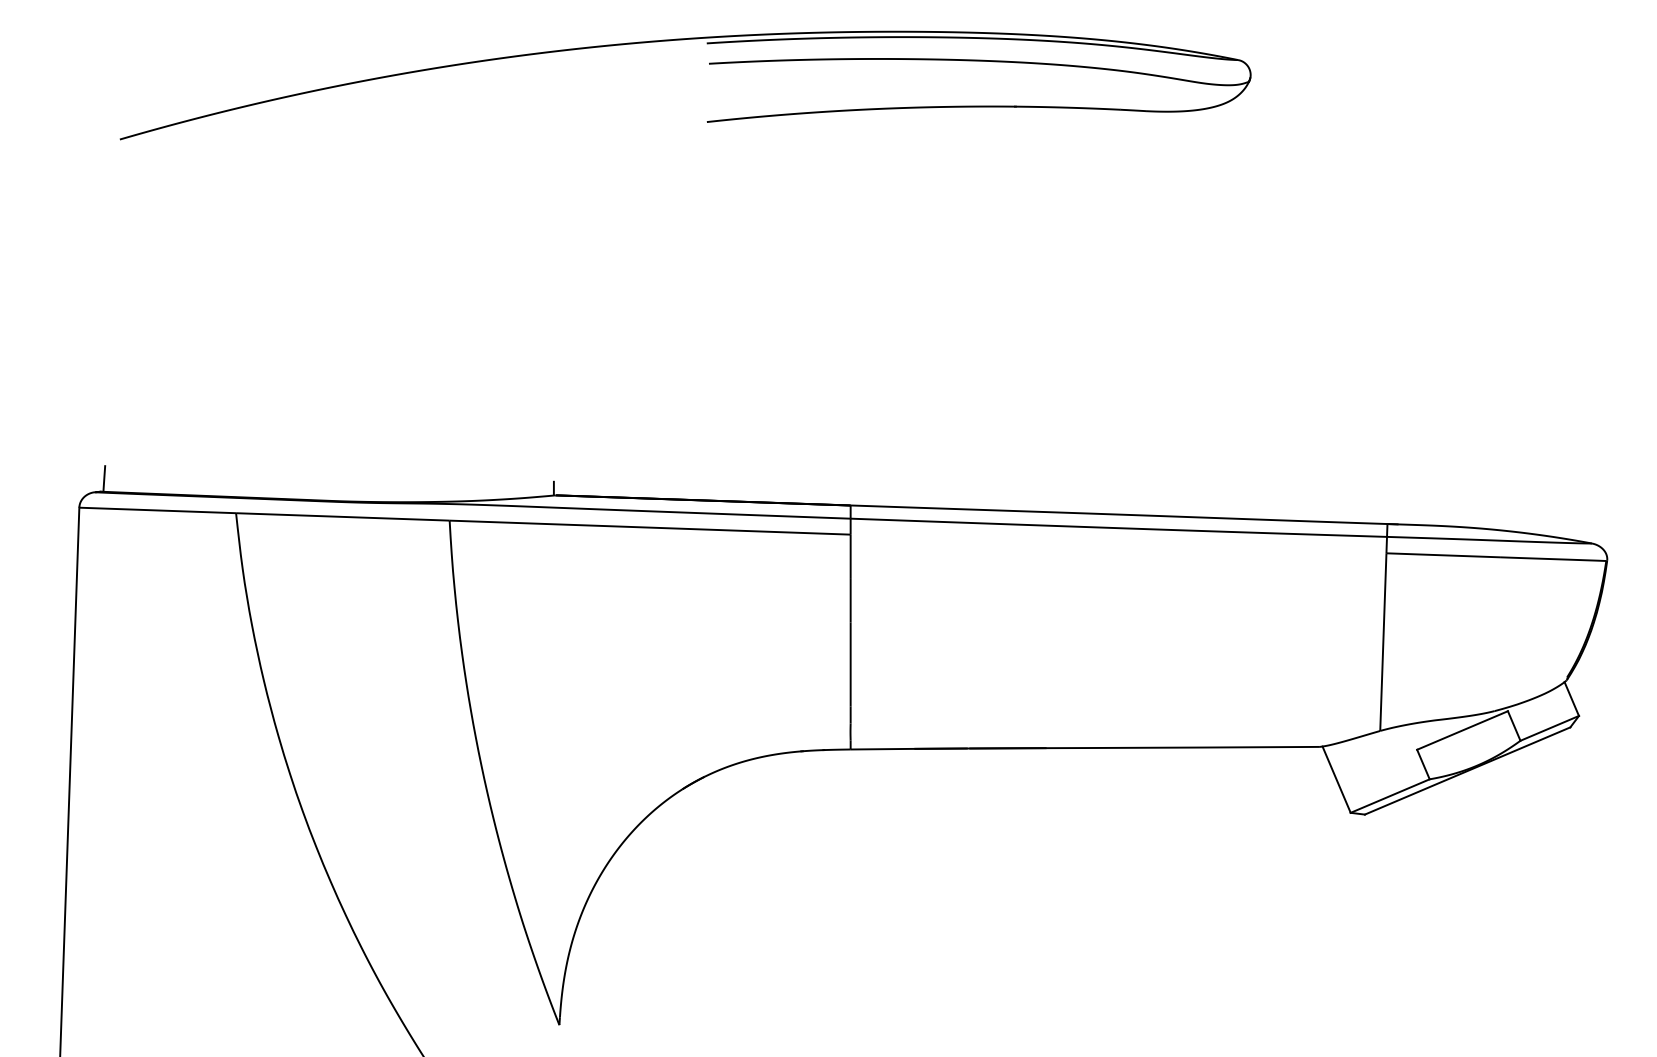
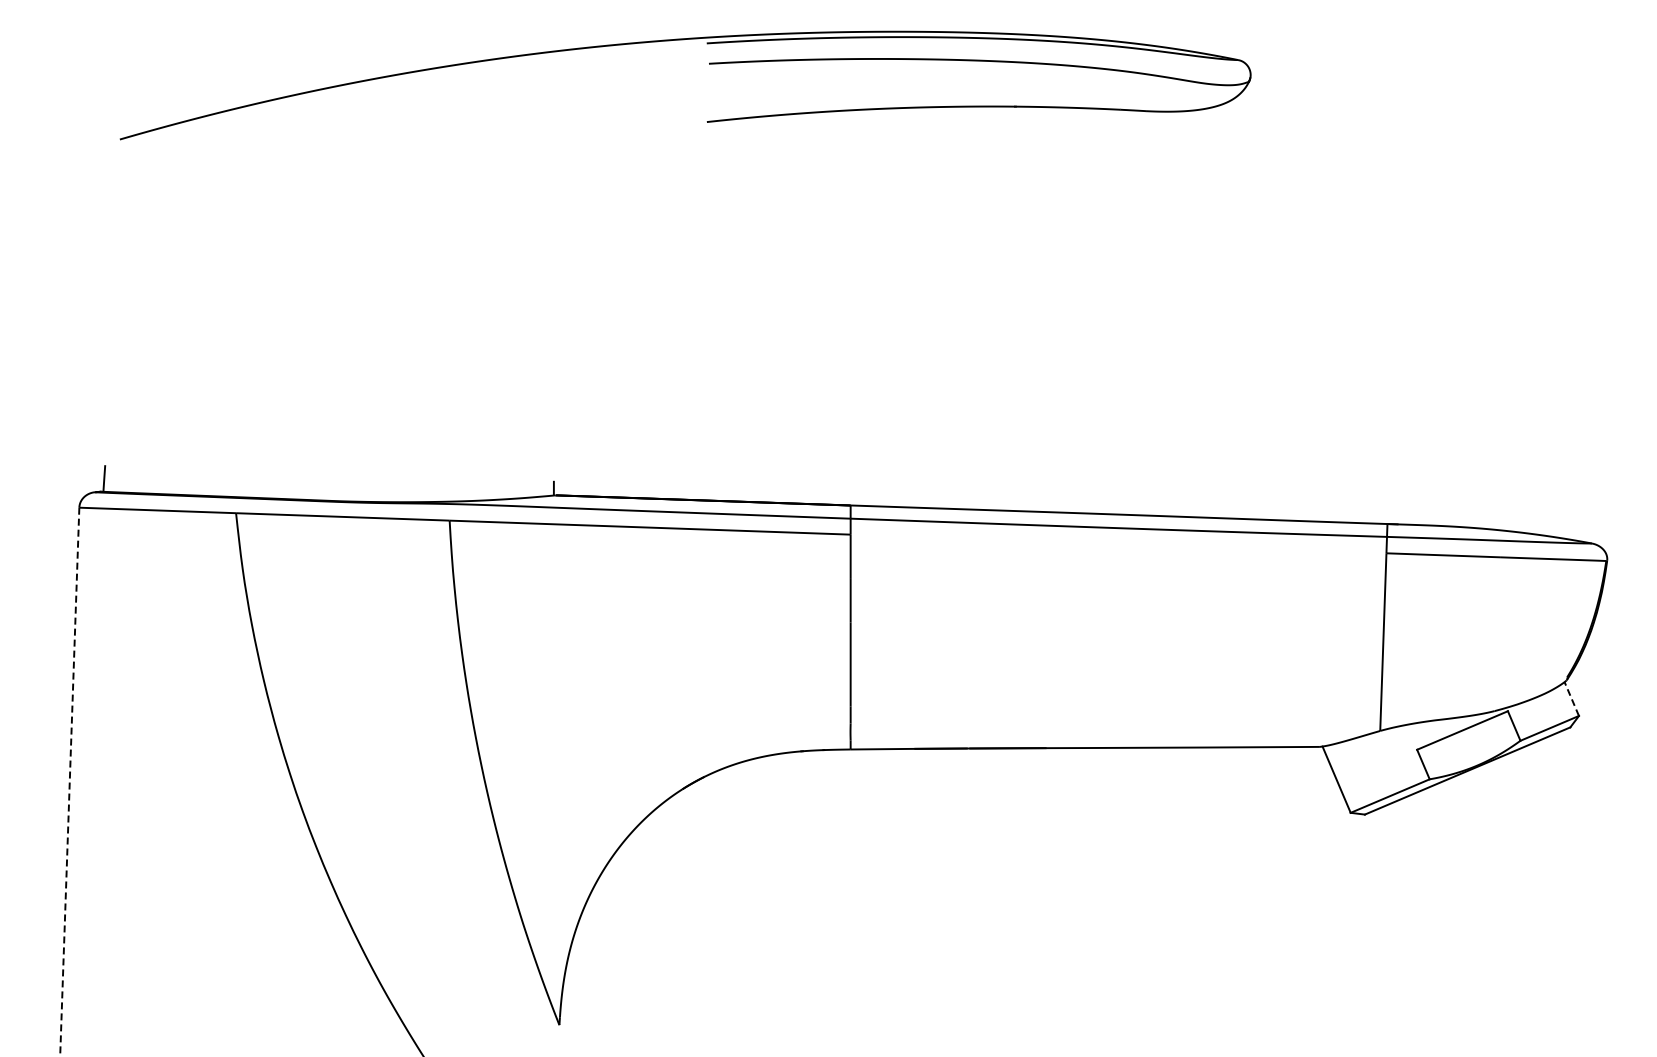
line at (1571, 698): solid -> dashed
line at (69, 782): solid -> dashed
